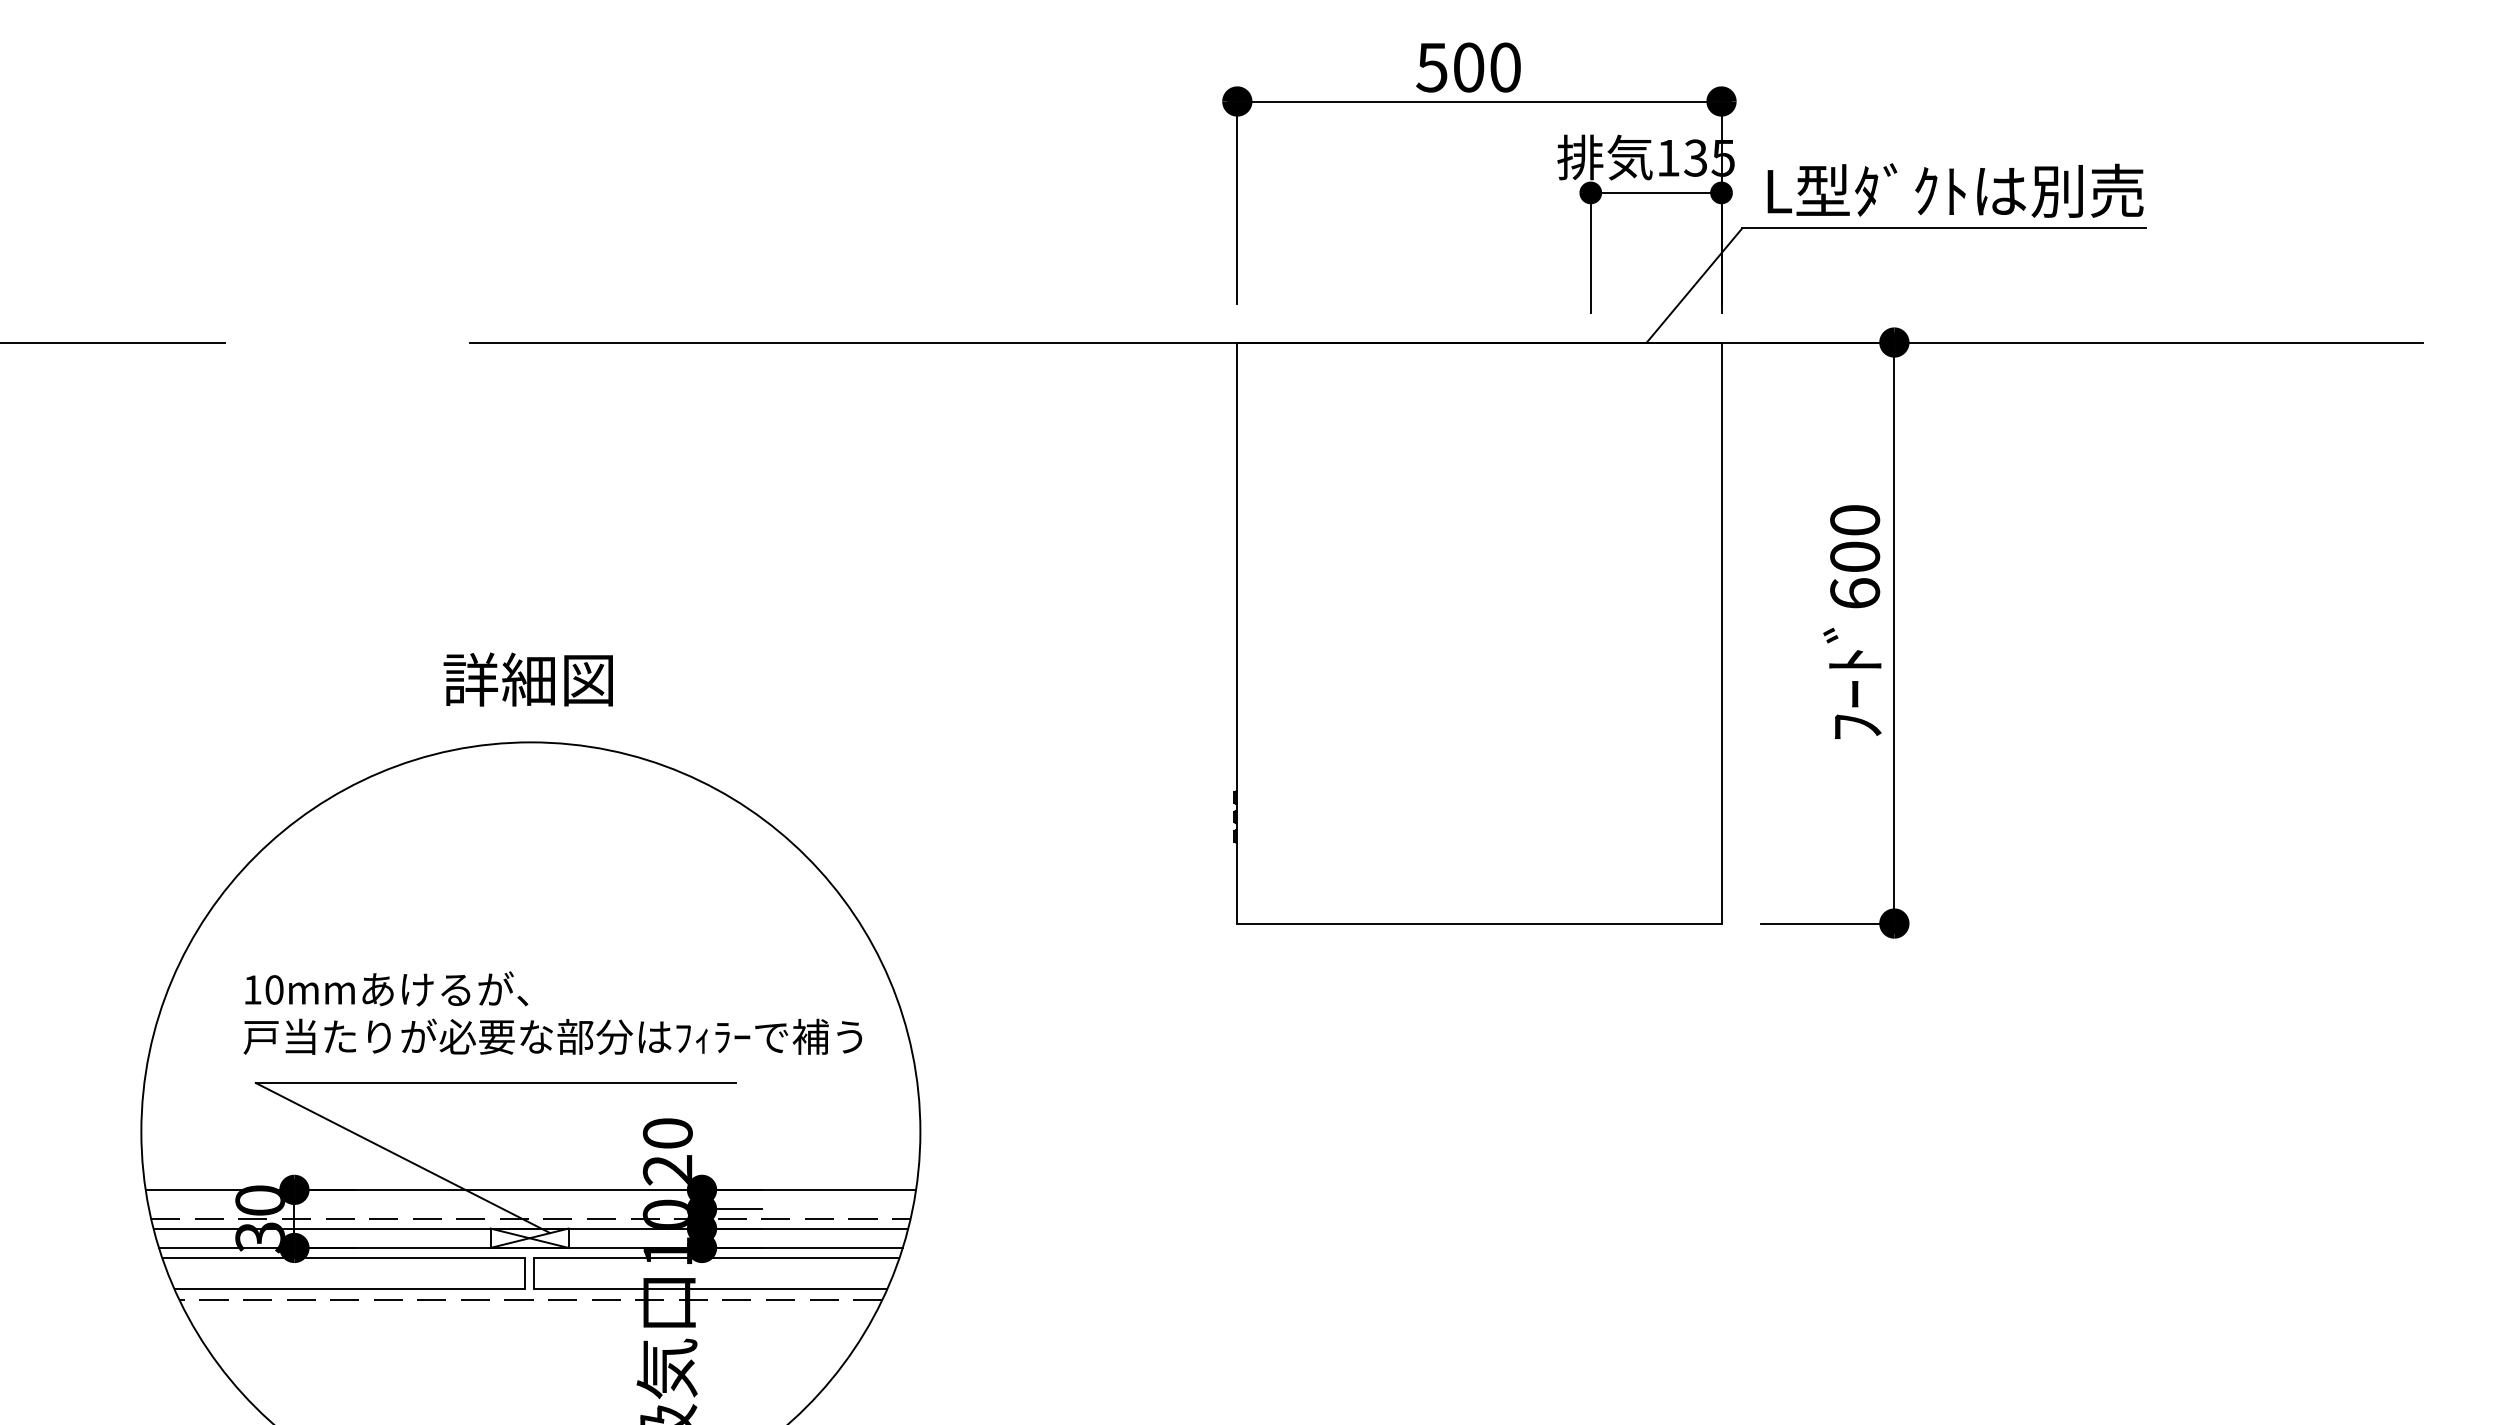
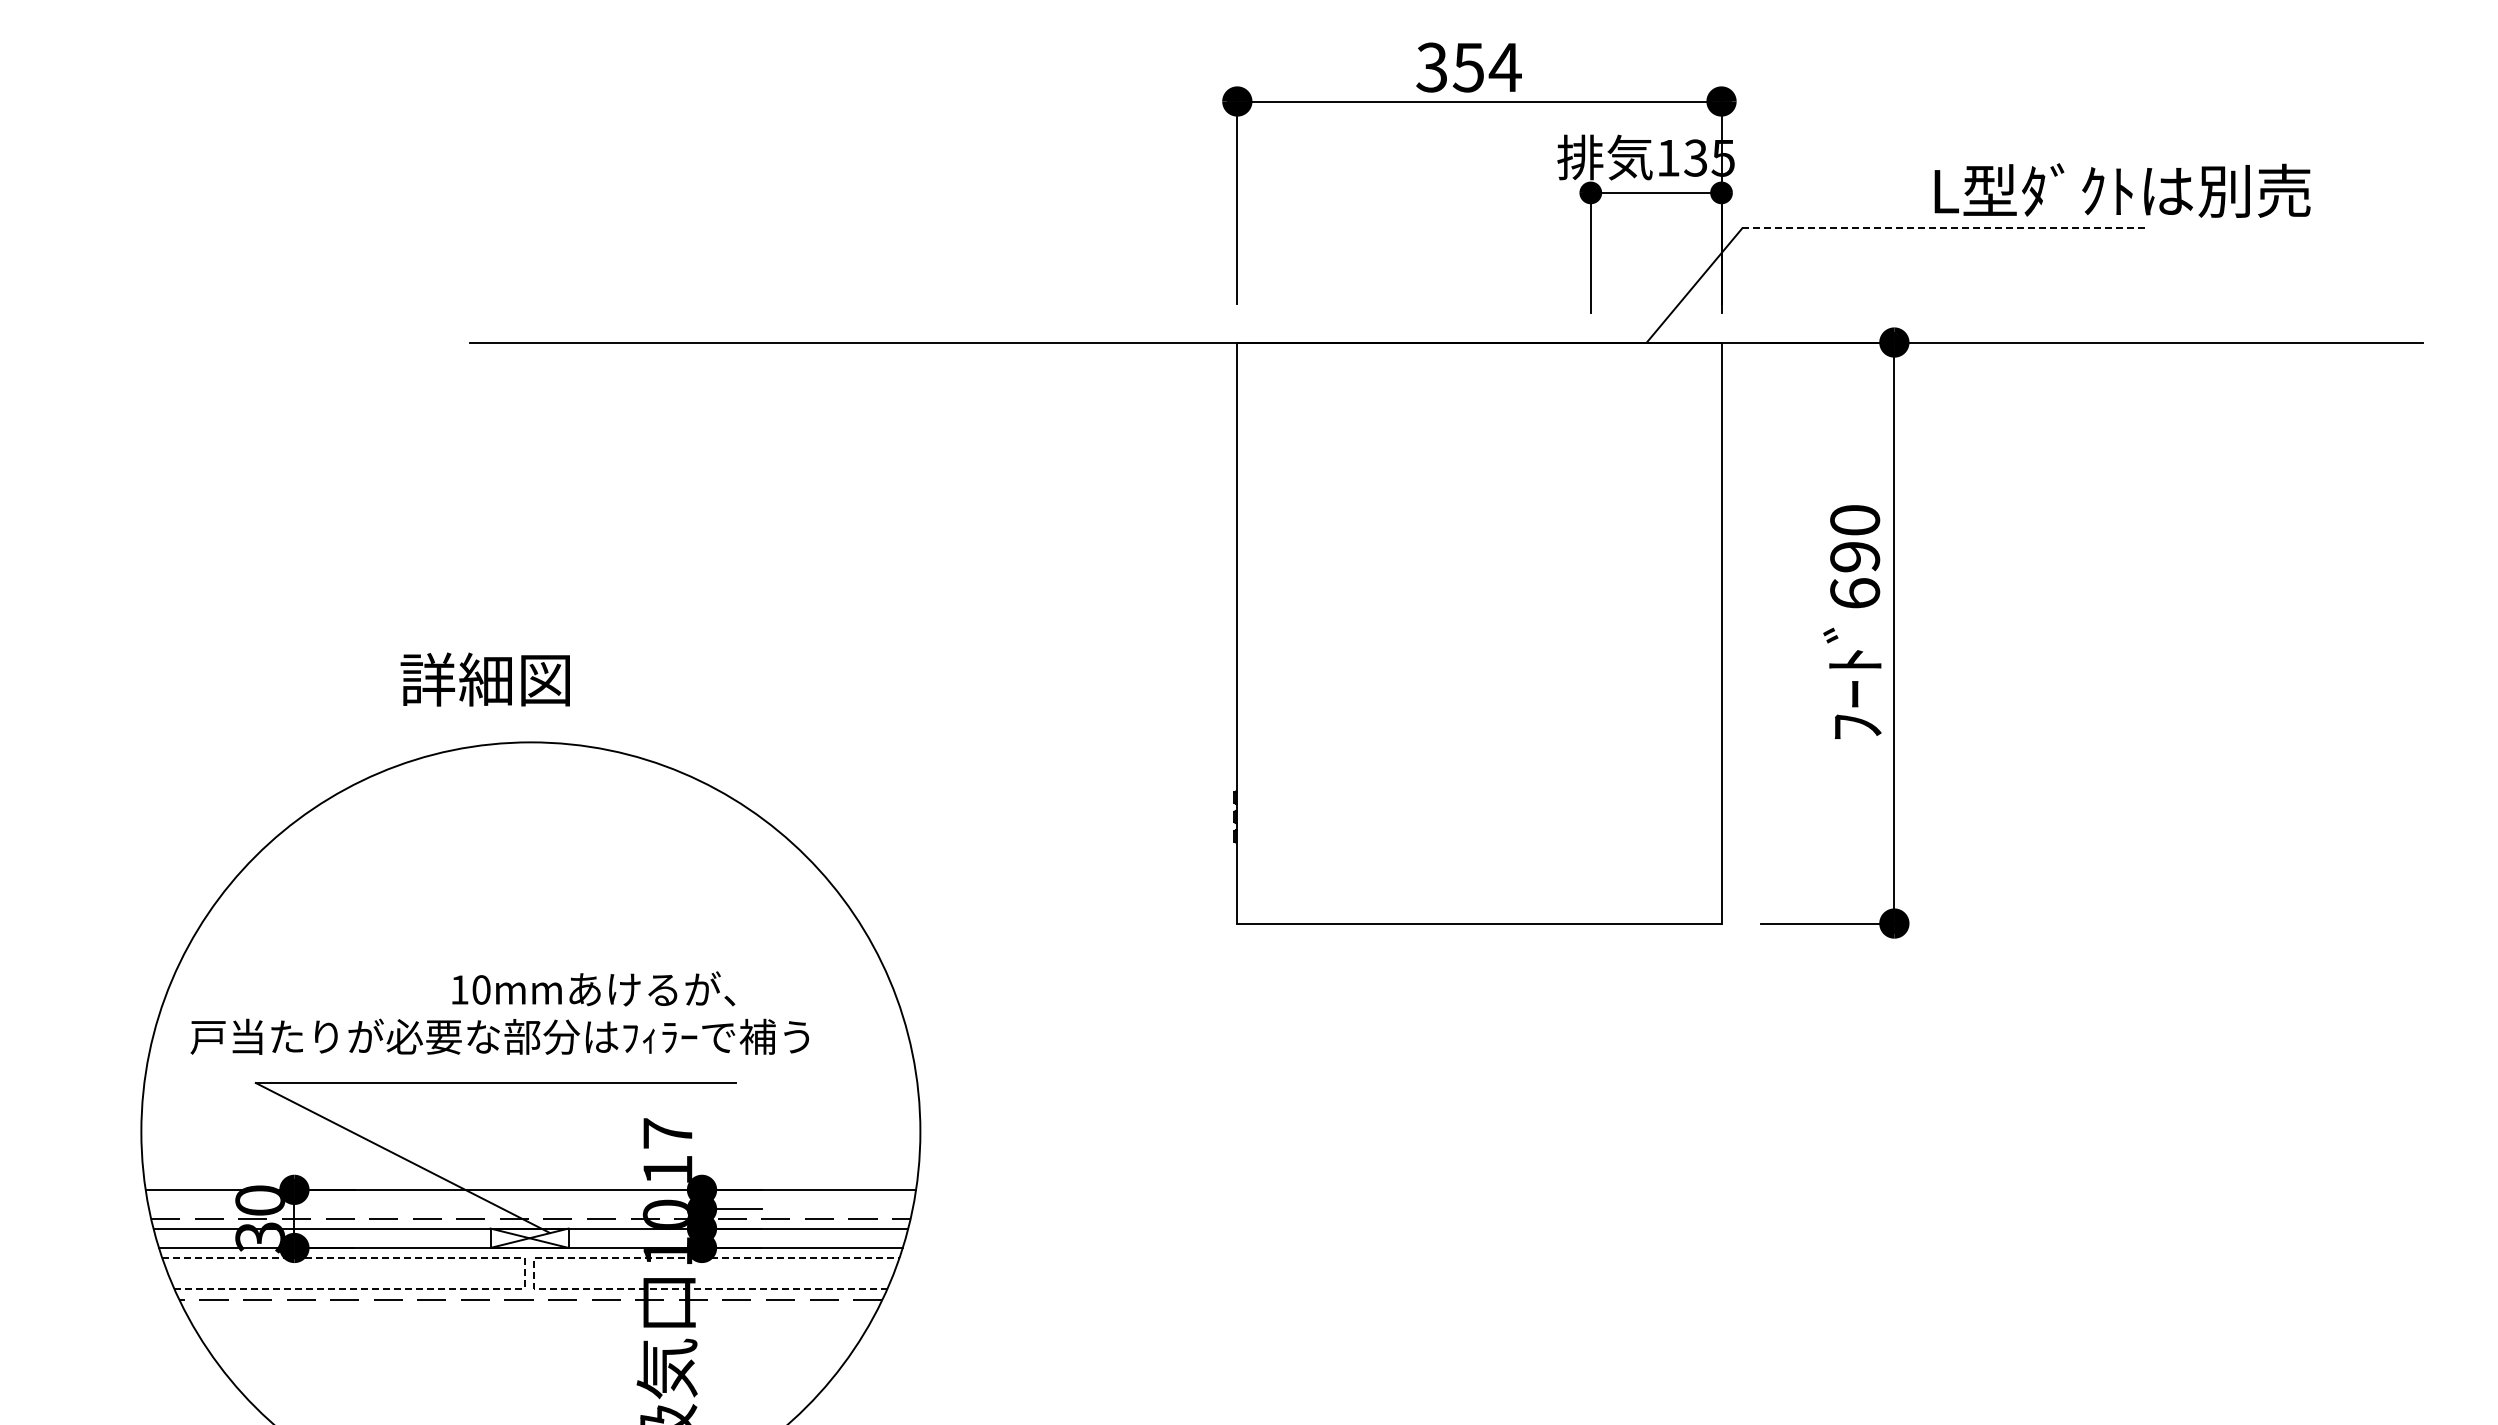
text at (1468, 67): 500 -> 354
text at (1955, 190) position: (1955, 190) -> (2122, 190)
line at (1944, 228): solid -> dashed
line at (113, 342): present -> none
text at (1855, 556): 600 -> 690
text at (527, 679) position: (527, 679) -> (484, 679)
text at (386, 988) position: (386, 988) -> (593, 988)
text at (552, 1036) position: (552, 1036) -> (499, 1036)
text at (667, 1151): 20 -> 17
line at (534, 1266): solid -> dashed
line at (524, 1267): solid -> dashed
